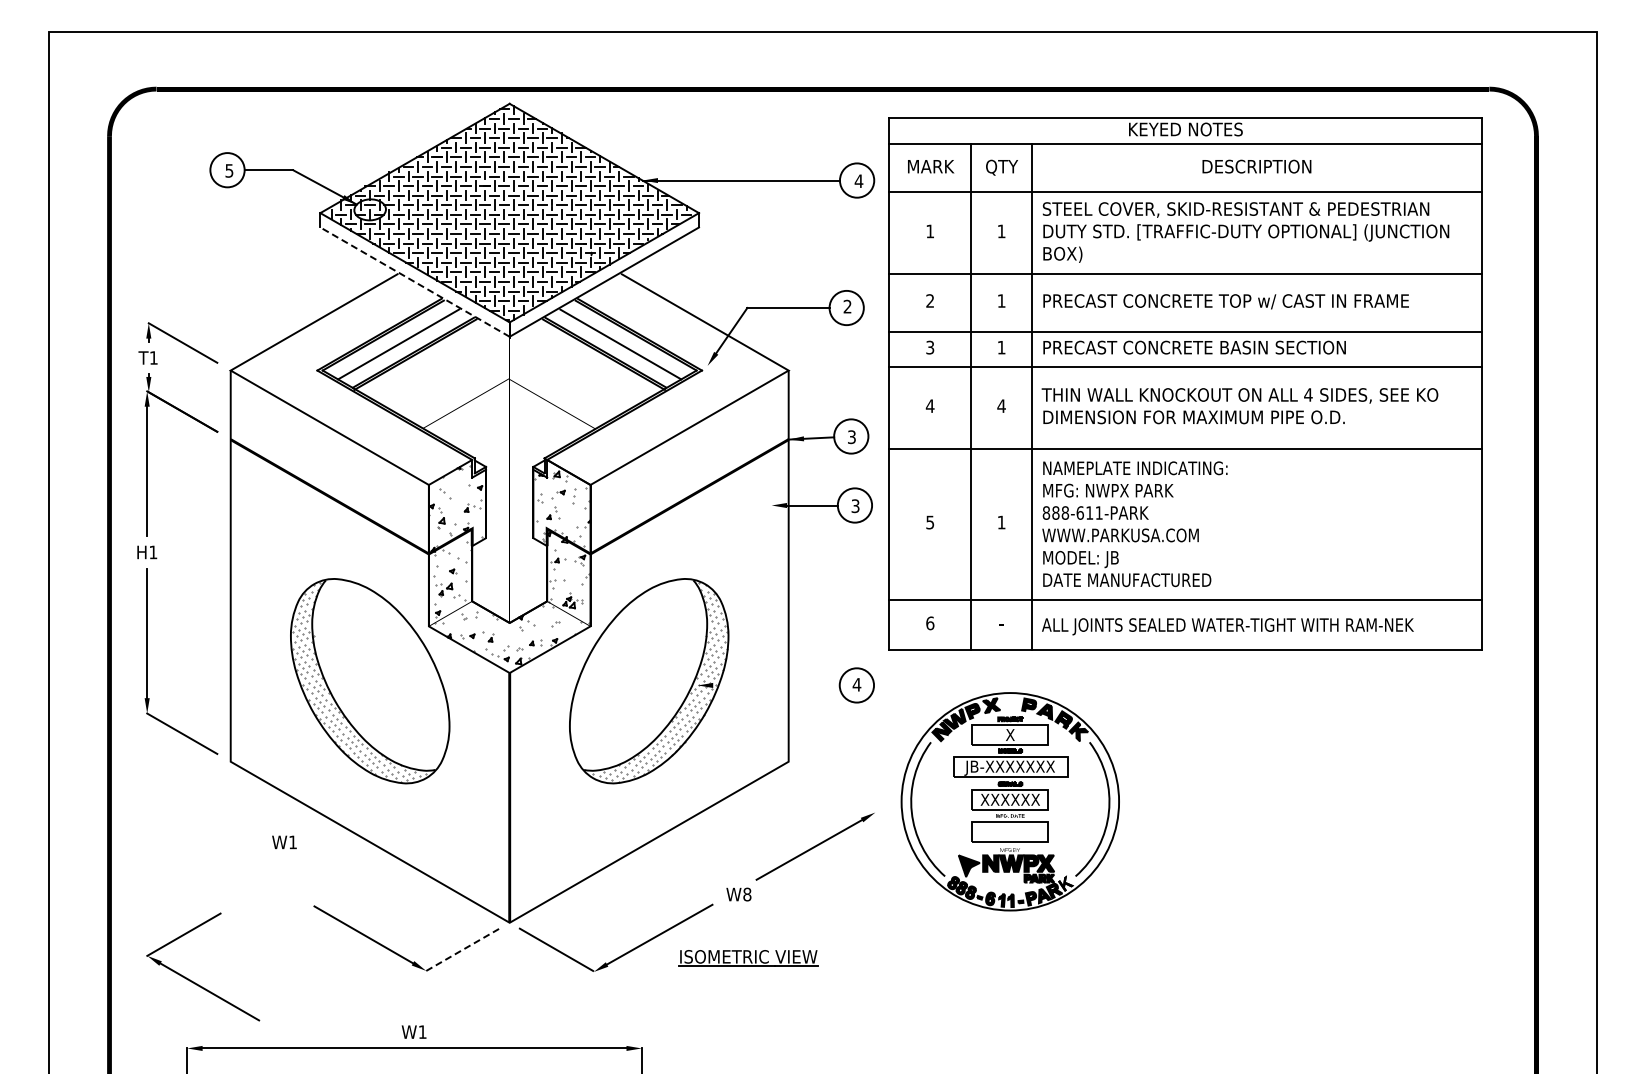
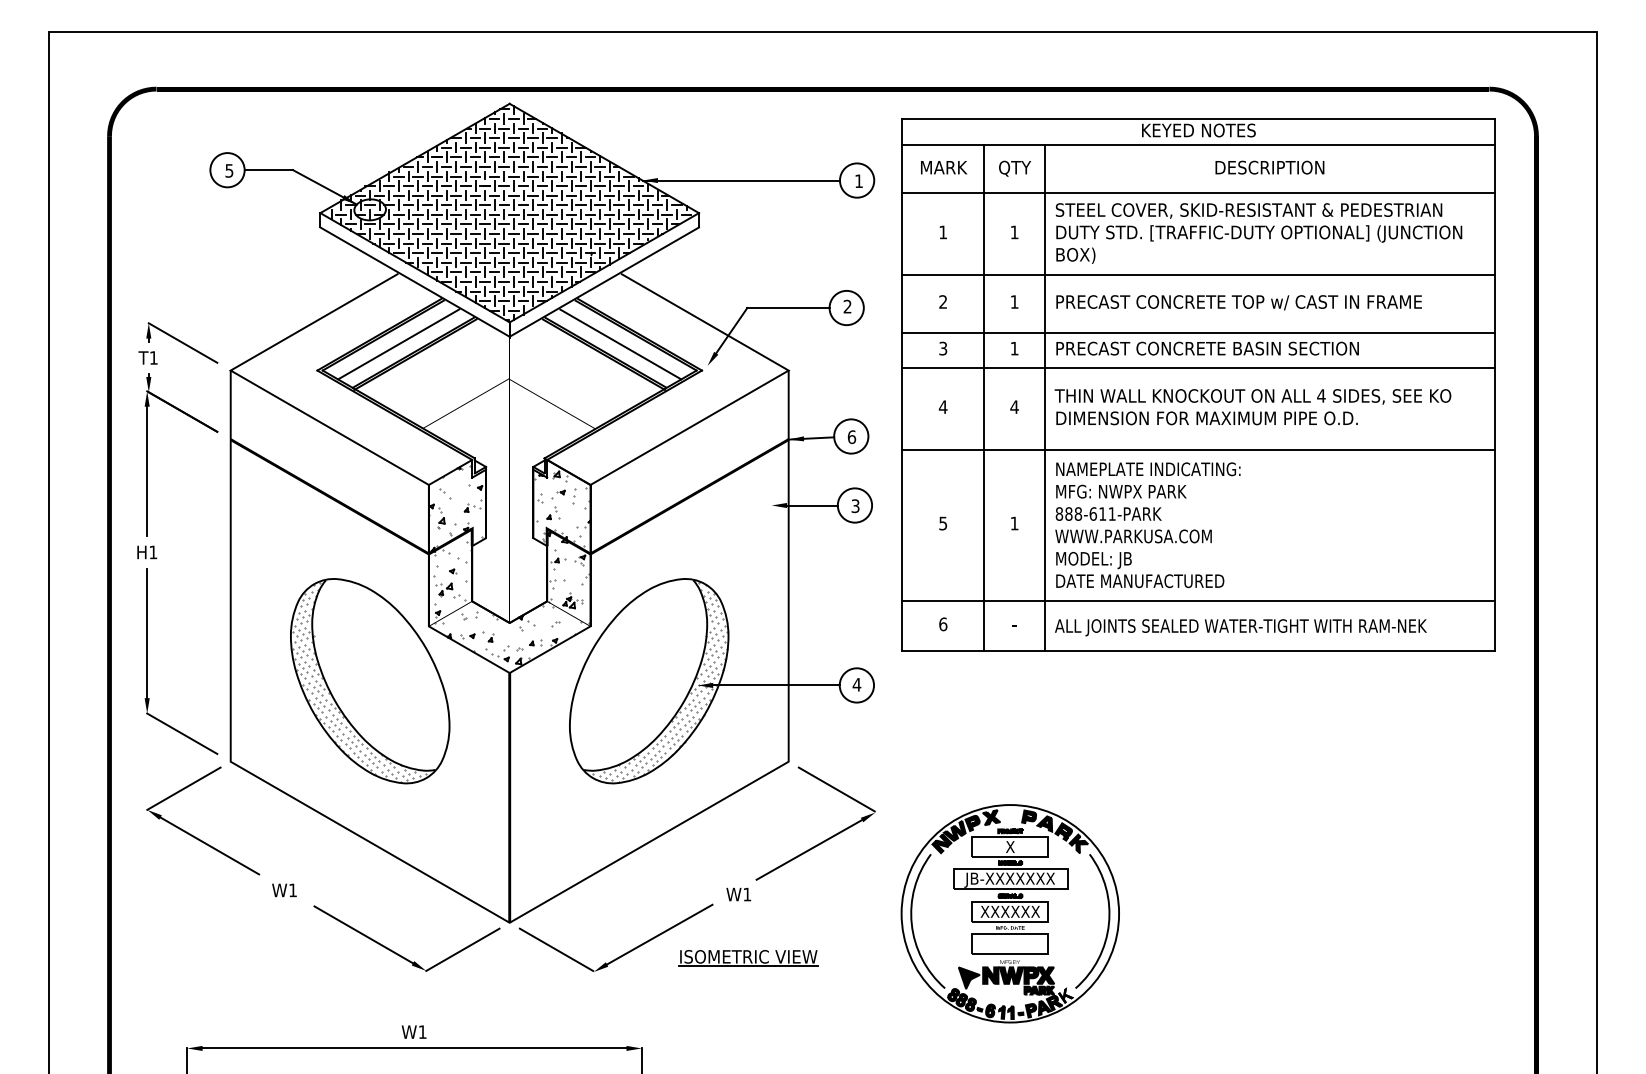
text at (858, 180): 4 -> 1
line at (414, 281): dashed -> solid
part at (1185, 383) position: (1185, 383) -> (1198, 384)
text at (851, 437): 3 -> 6
line at (776, 685): none -> present
line at (836, 789): none -> present
part at (1009, 801) position: (1009, 801) -> (1009, 913)
text at (284, 842) position: (284, 842) -> (284, 890)
text at (747, 894): W8 -> W1
line at (463, 949): dashed -> solid
part at (192, 980) position: (192, 980) -> (192, 834)
